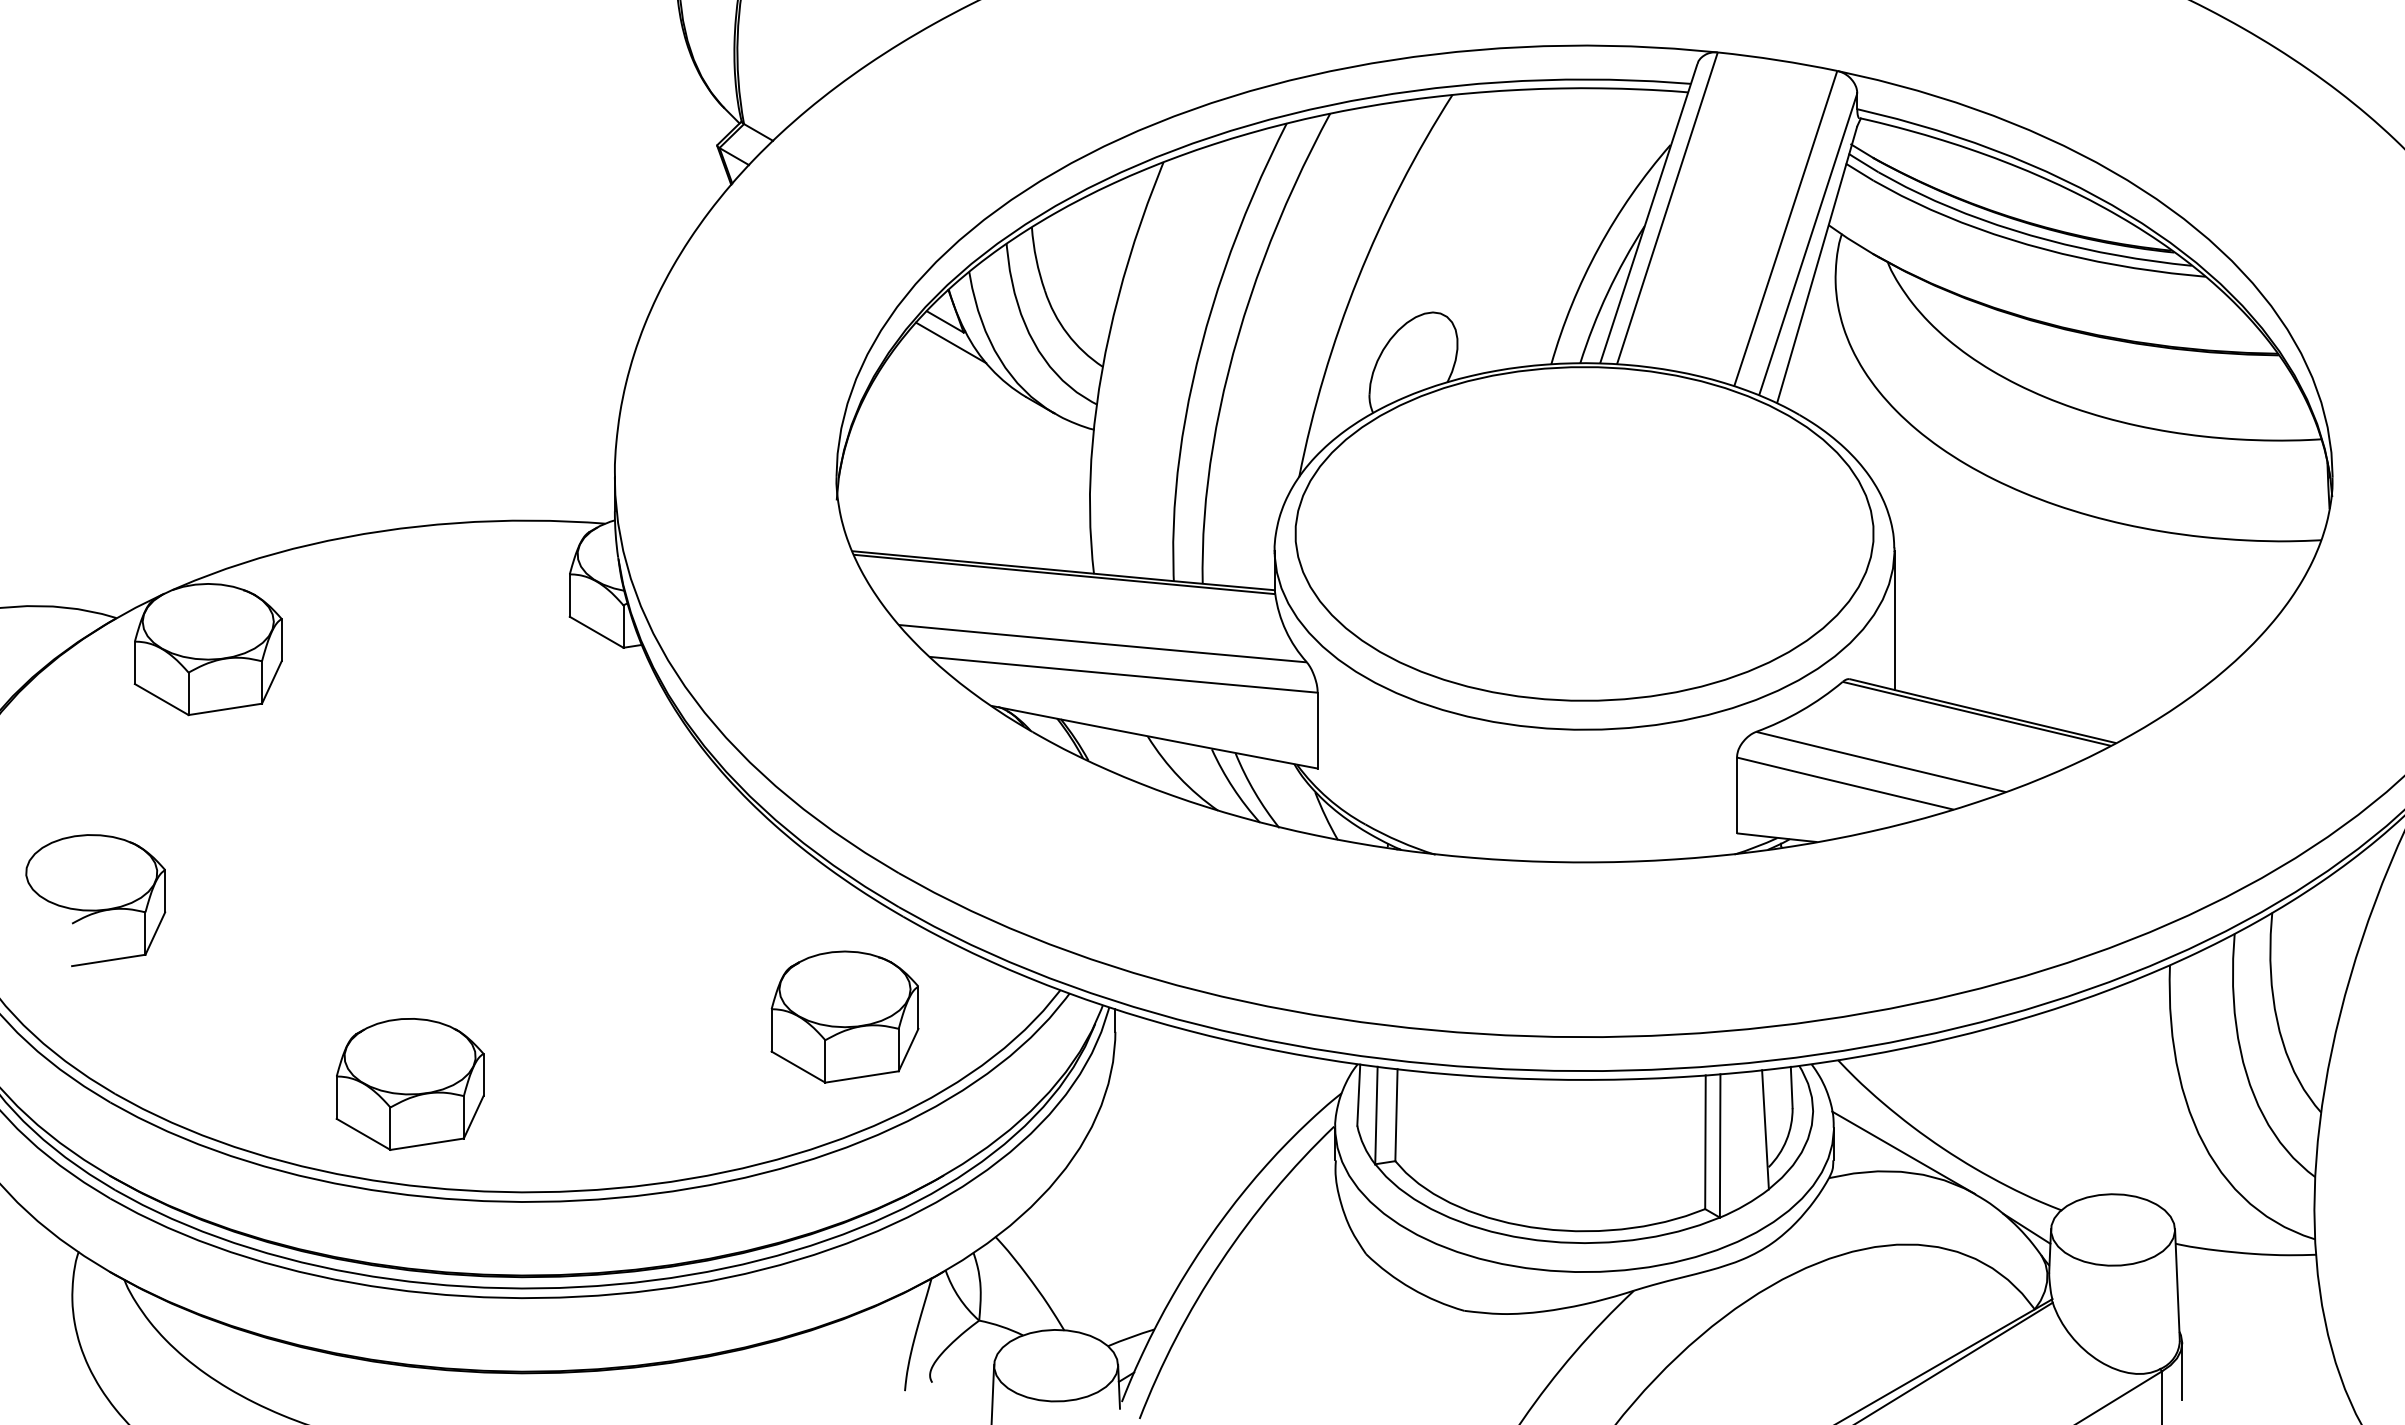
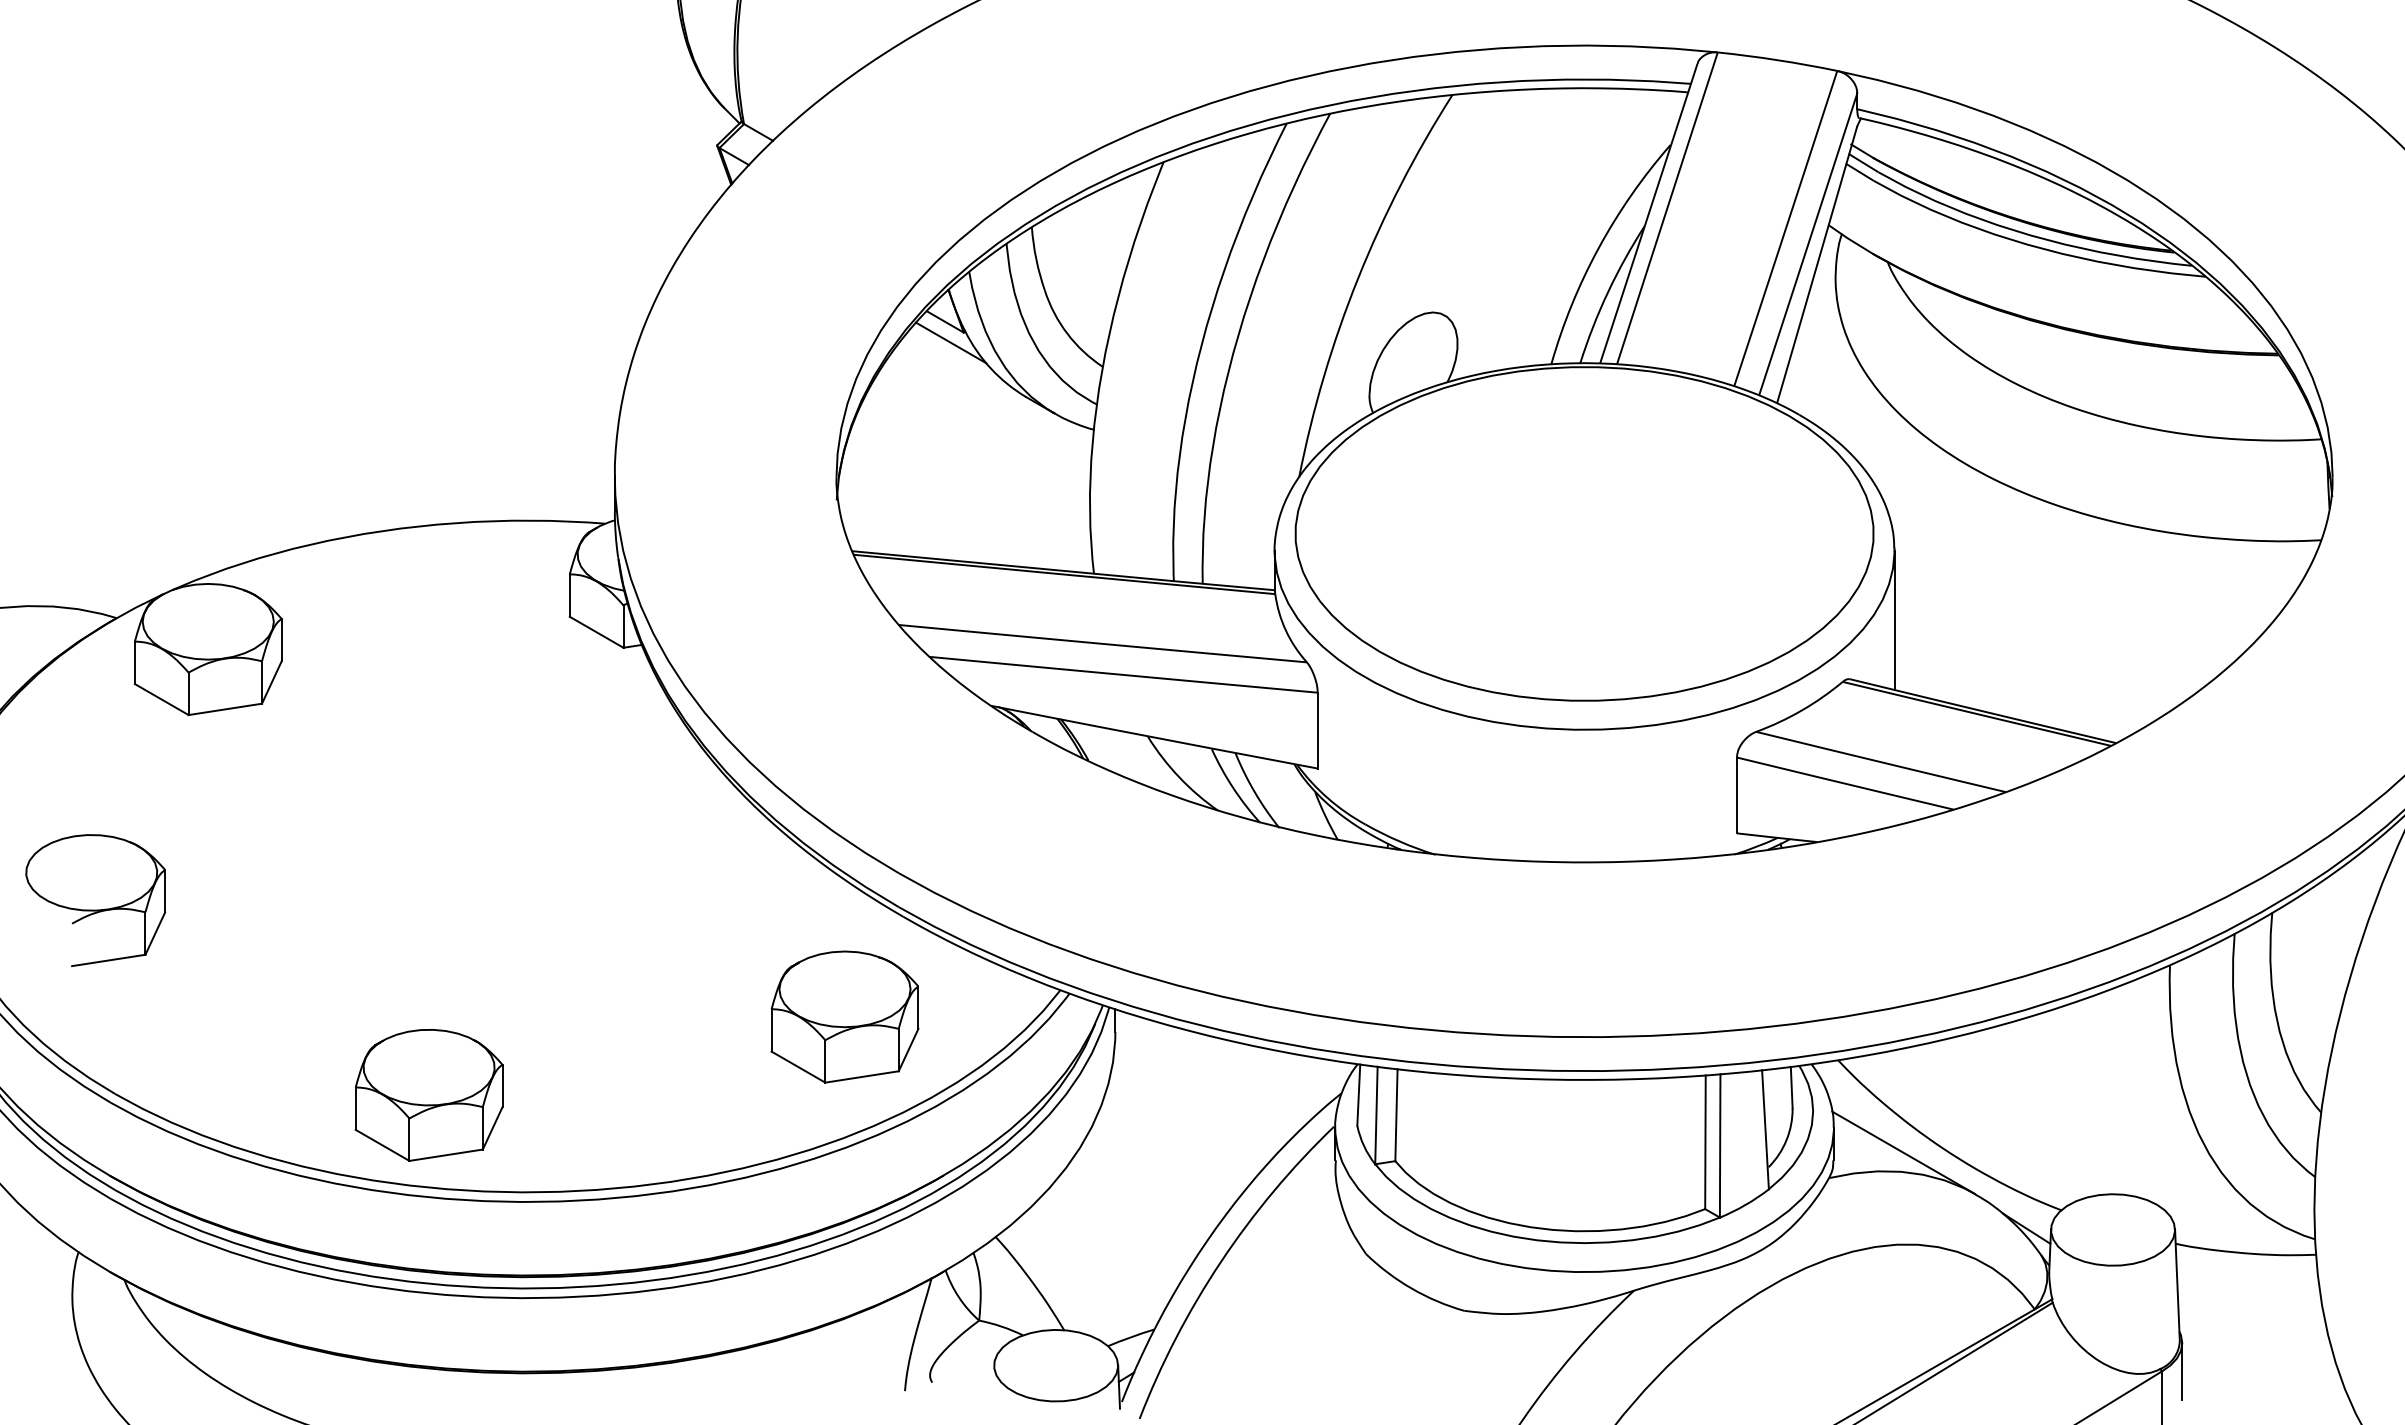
part at (409, 1084) position: (409, 1084) -> (428, 1095)
line at (992, 1392): present -> none
